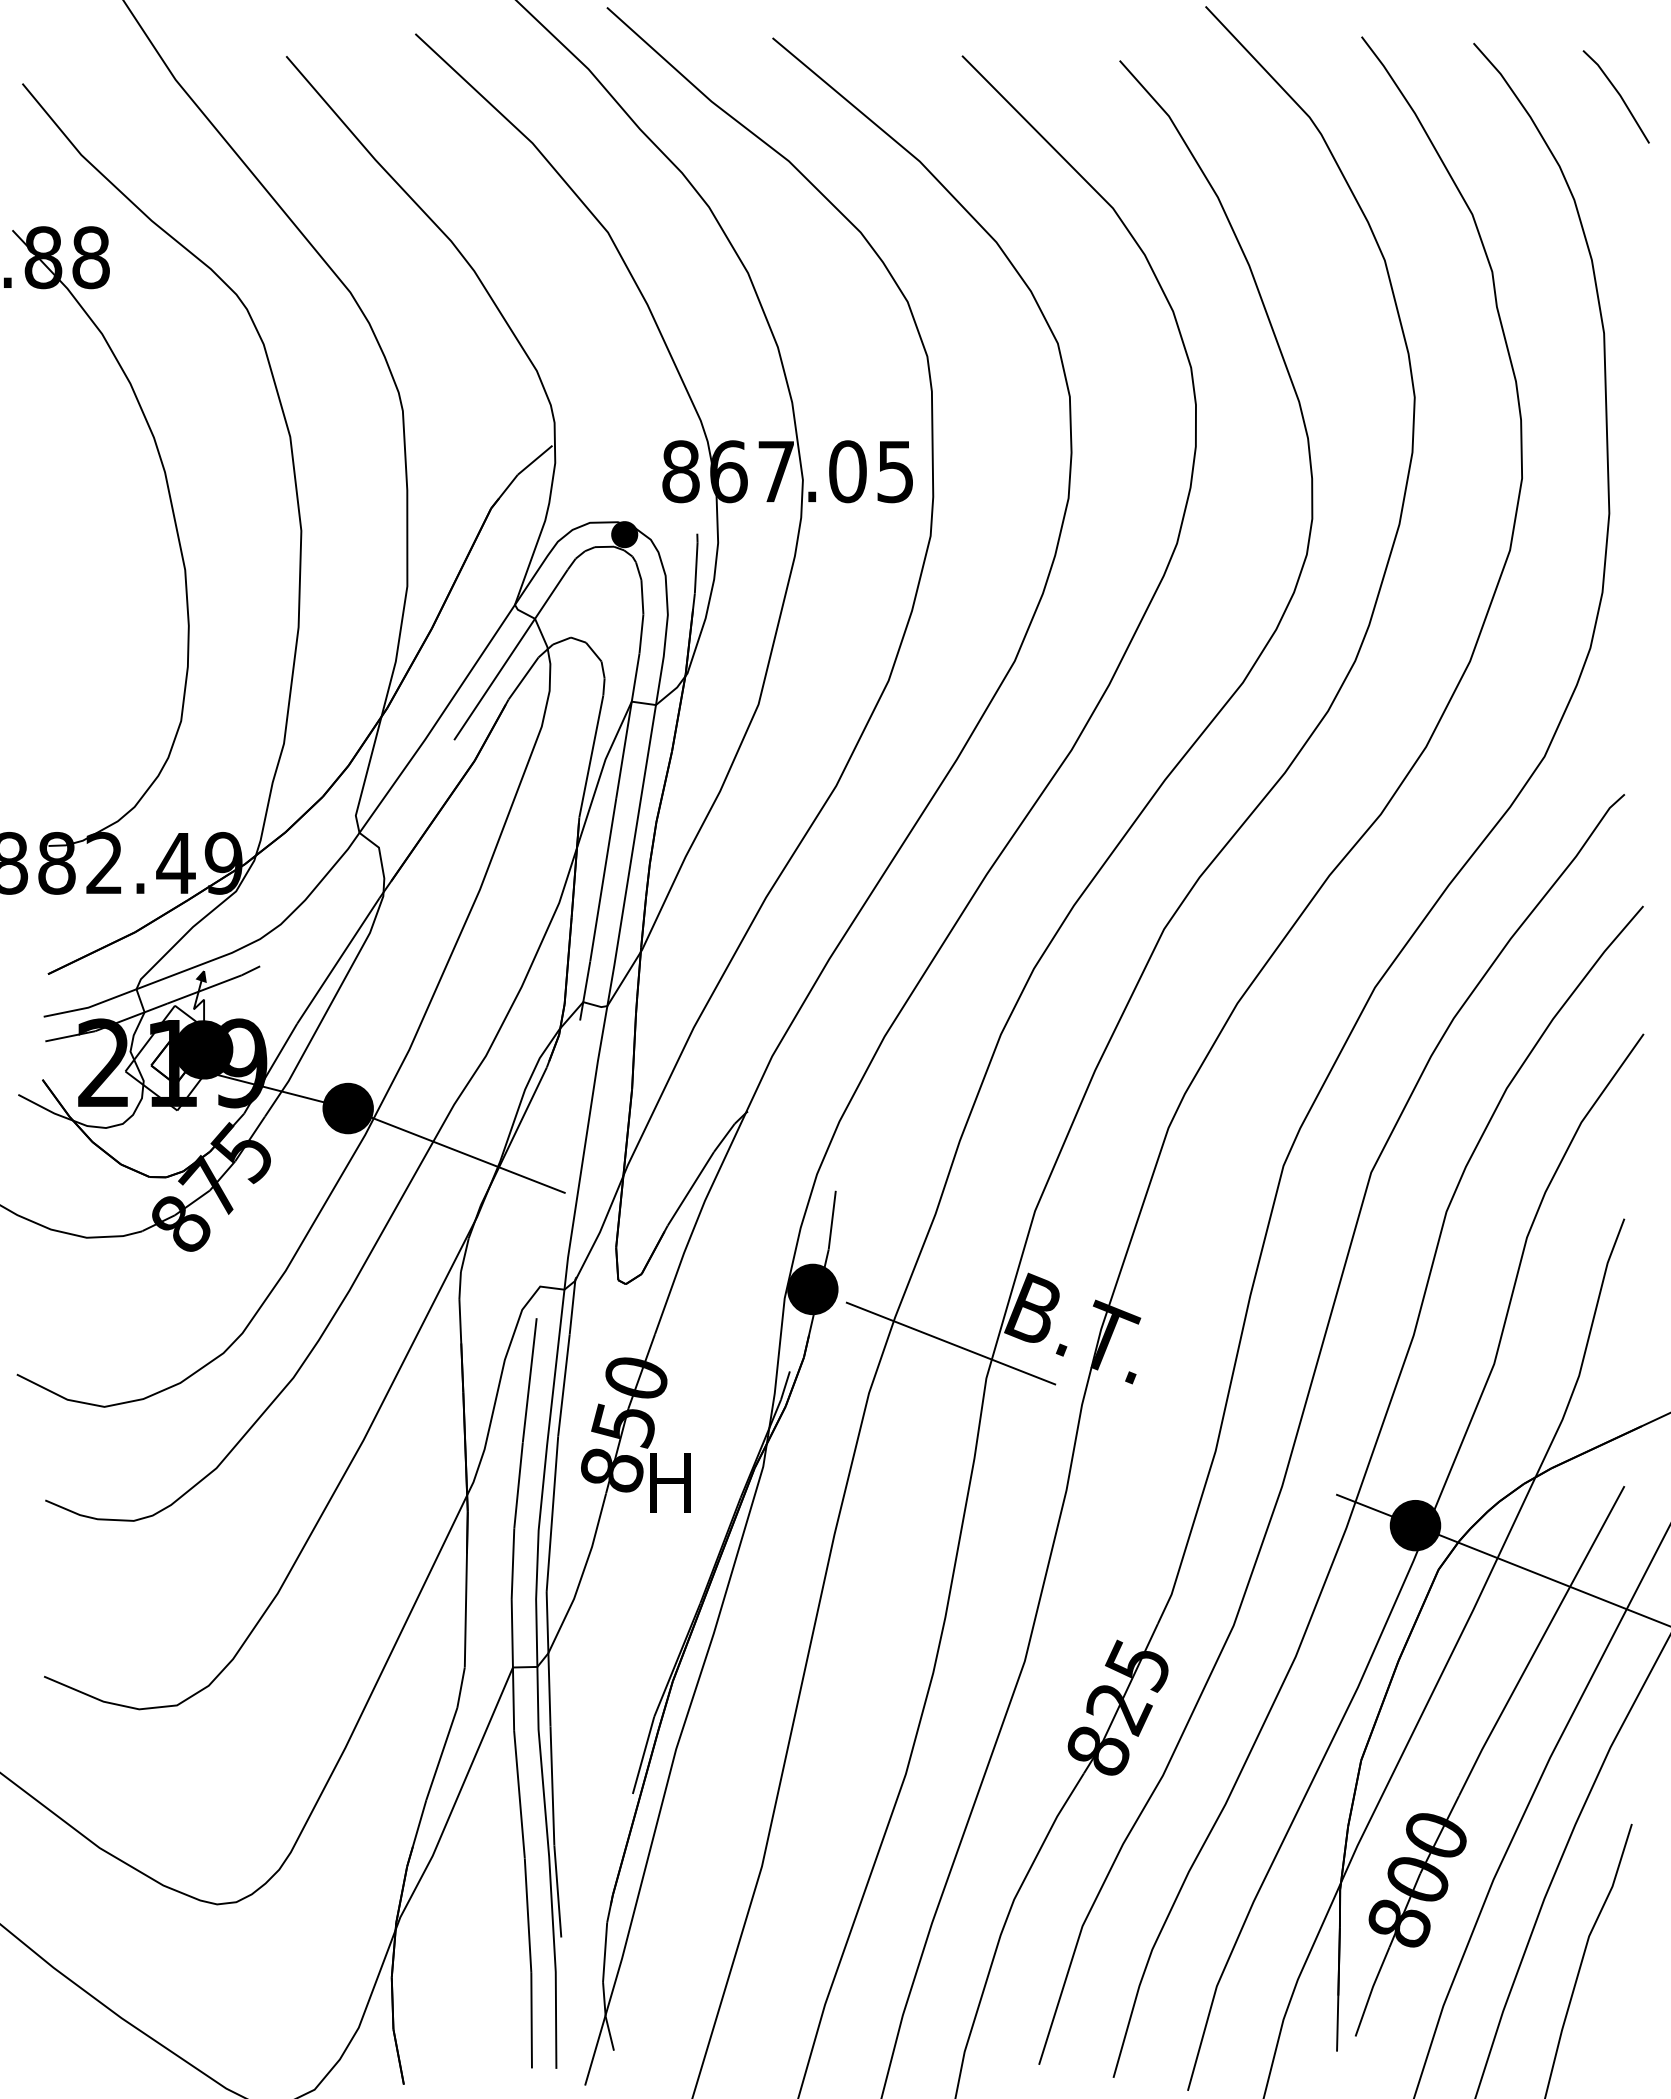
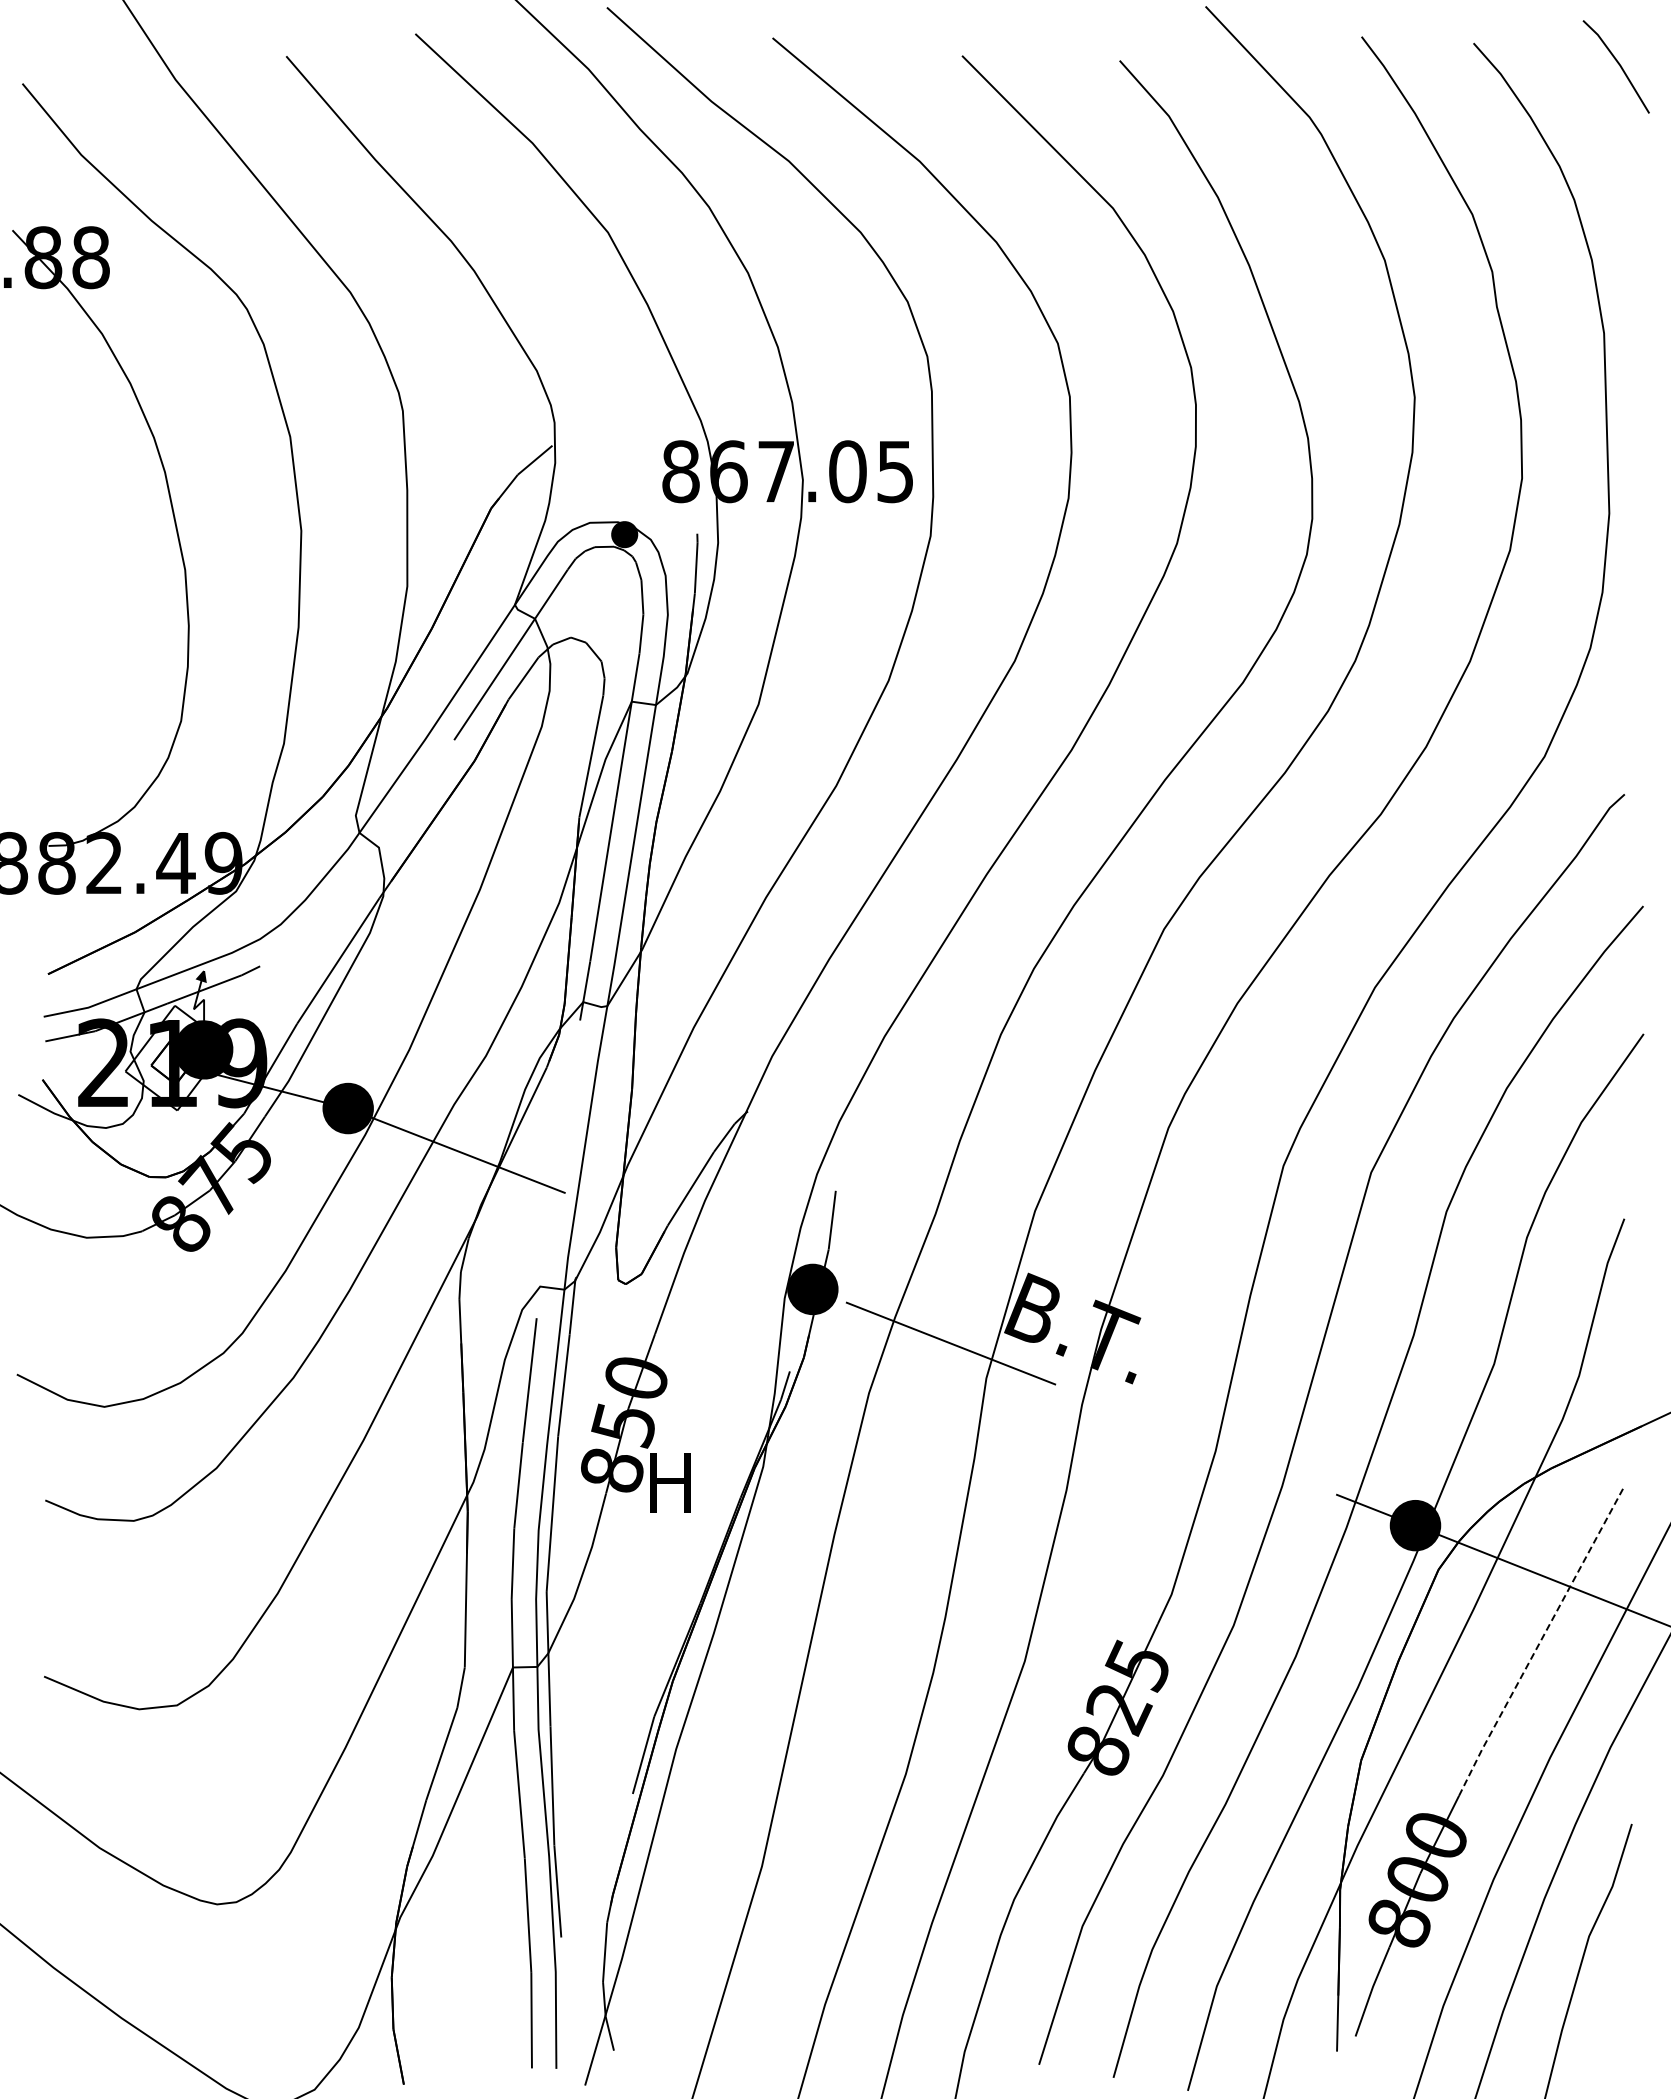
line at (1617, 93) position: (1617, 93) -> (1617, 63)
line at (1540, 1640): solid -> dashed
